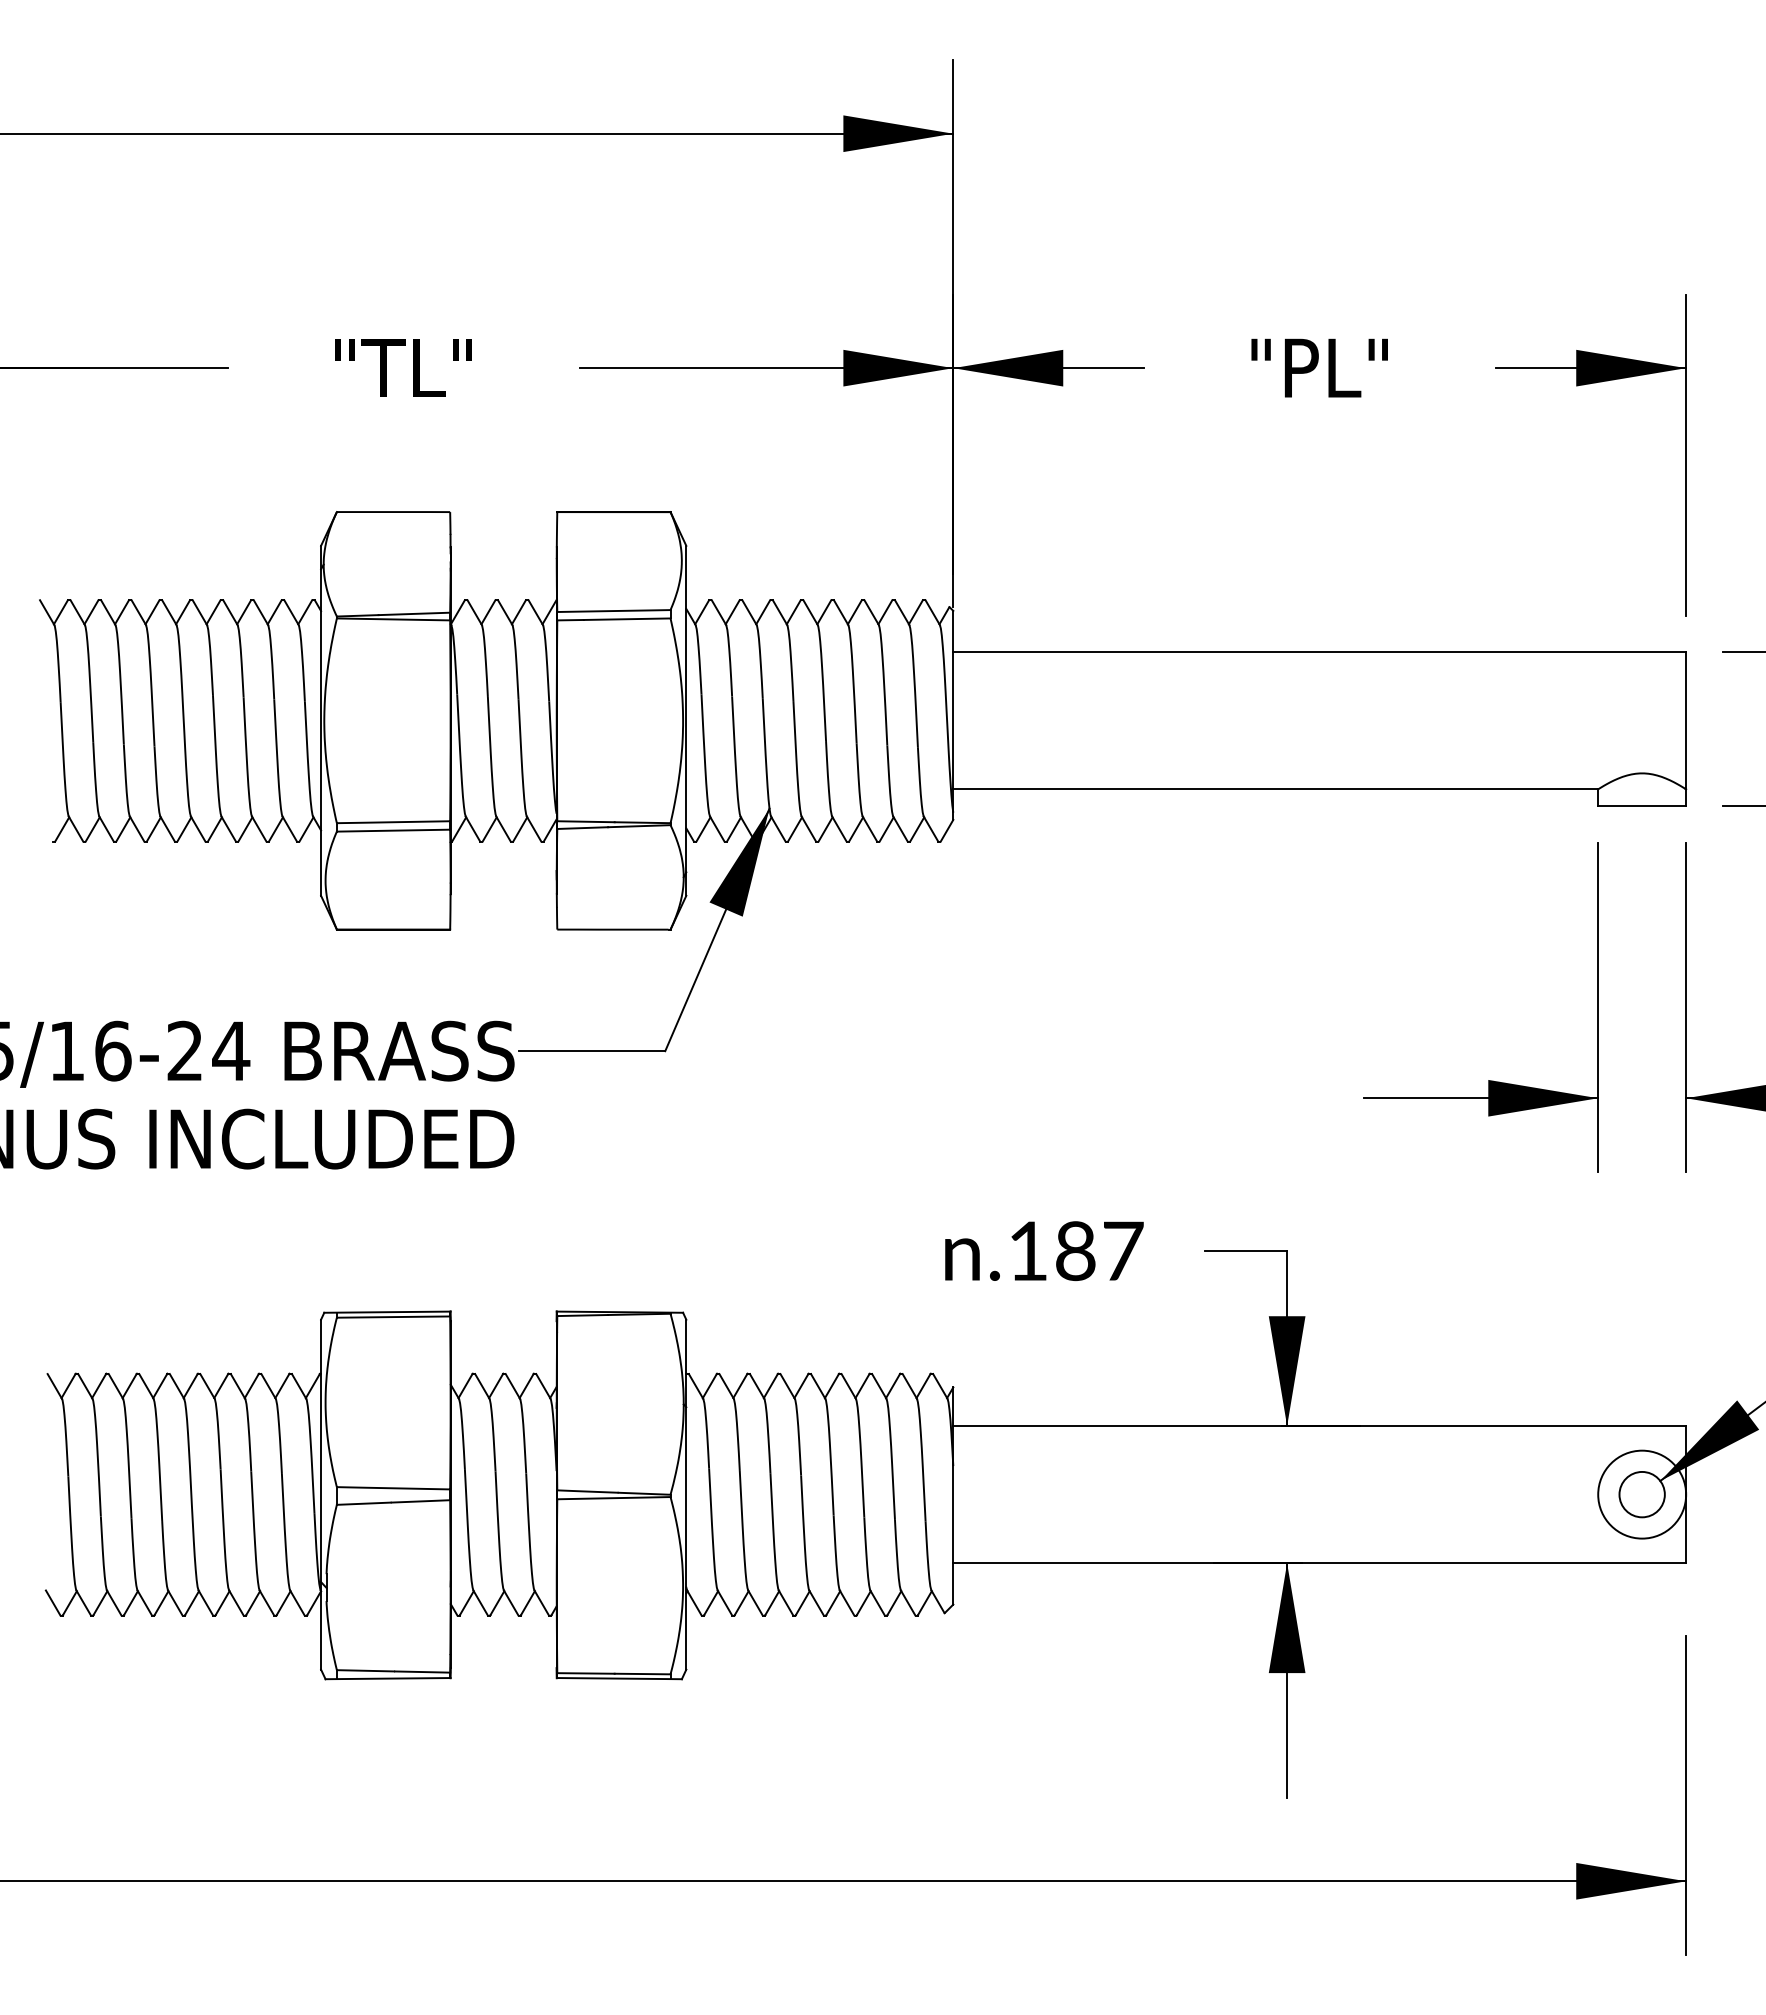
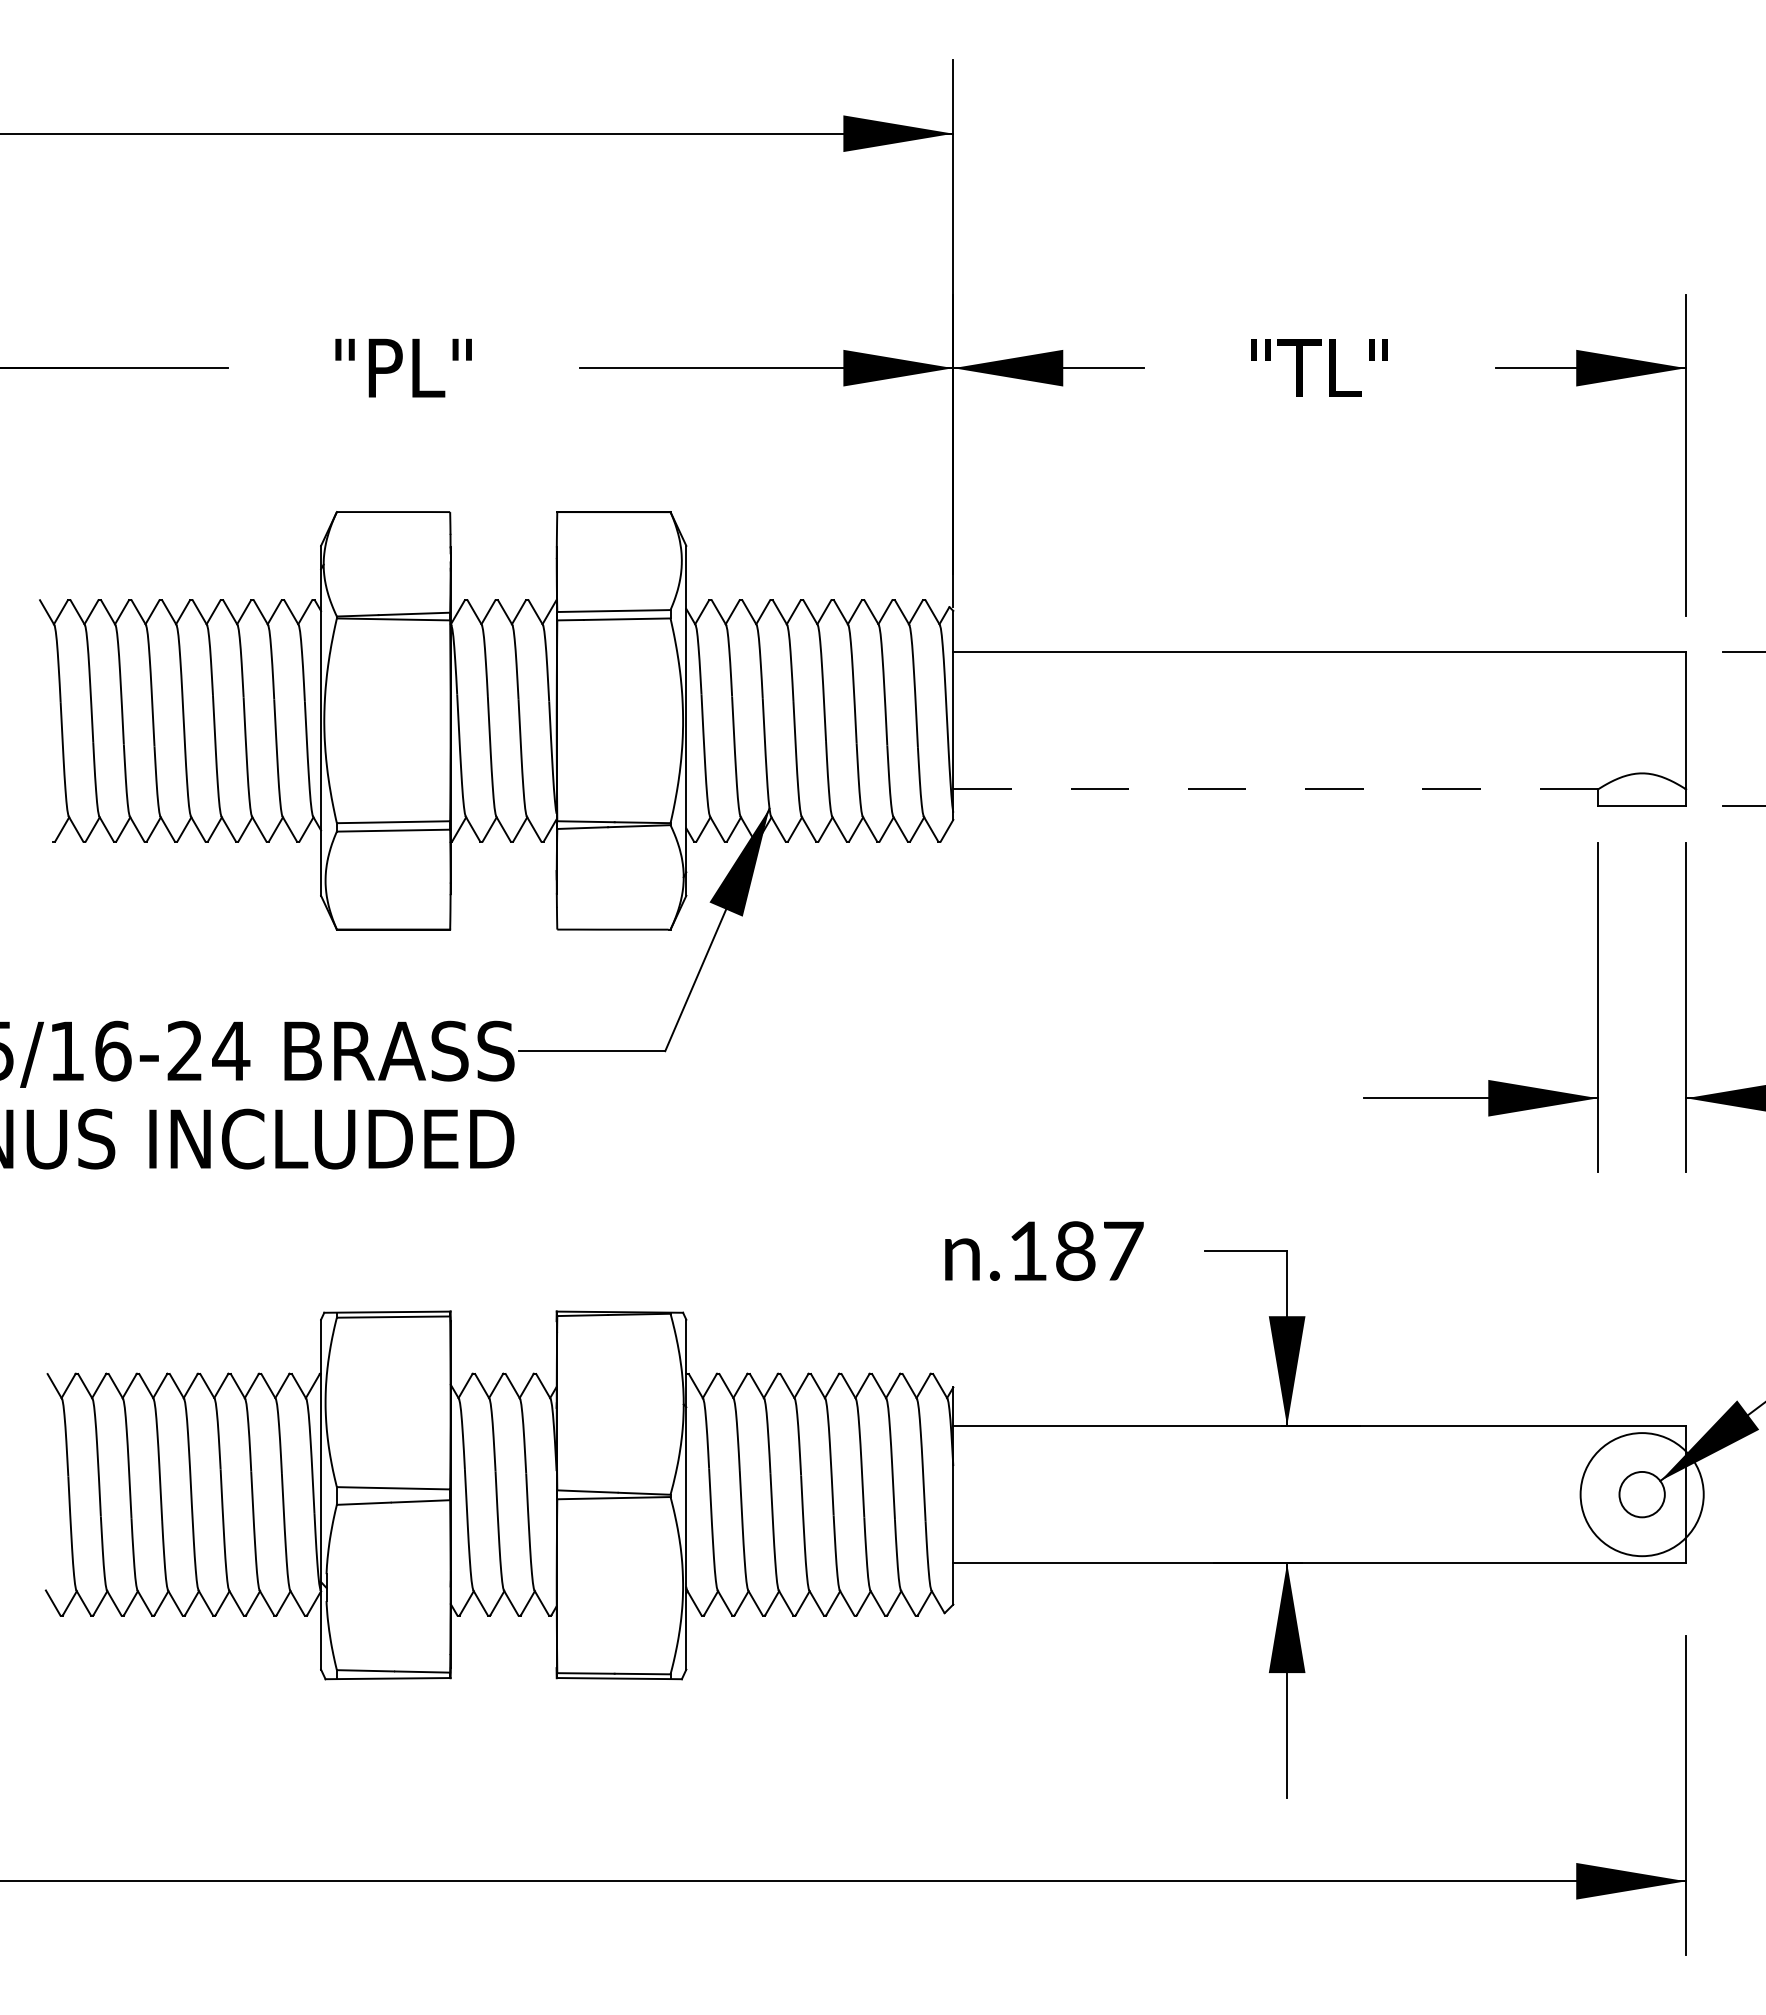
text at (403, 367): "TL" -> "PL"
text at (1319, 367): "PL" -> "TL"
line at (1276, 789): solid -> dashed
circle at (1642, 1494) diameter: 88 px -> 123 px
